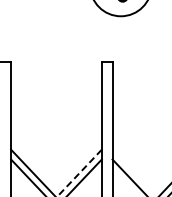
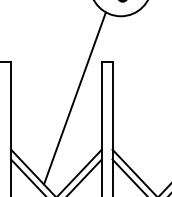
line at (74, 98): none -> present
line at (133, 171): none -> present
line at (79, 173): dashed -> solid
